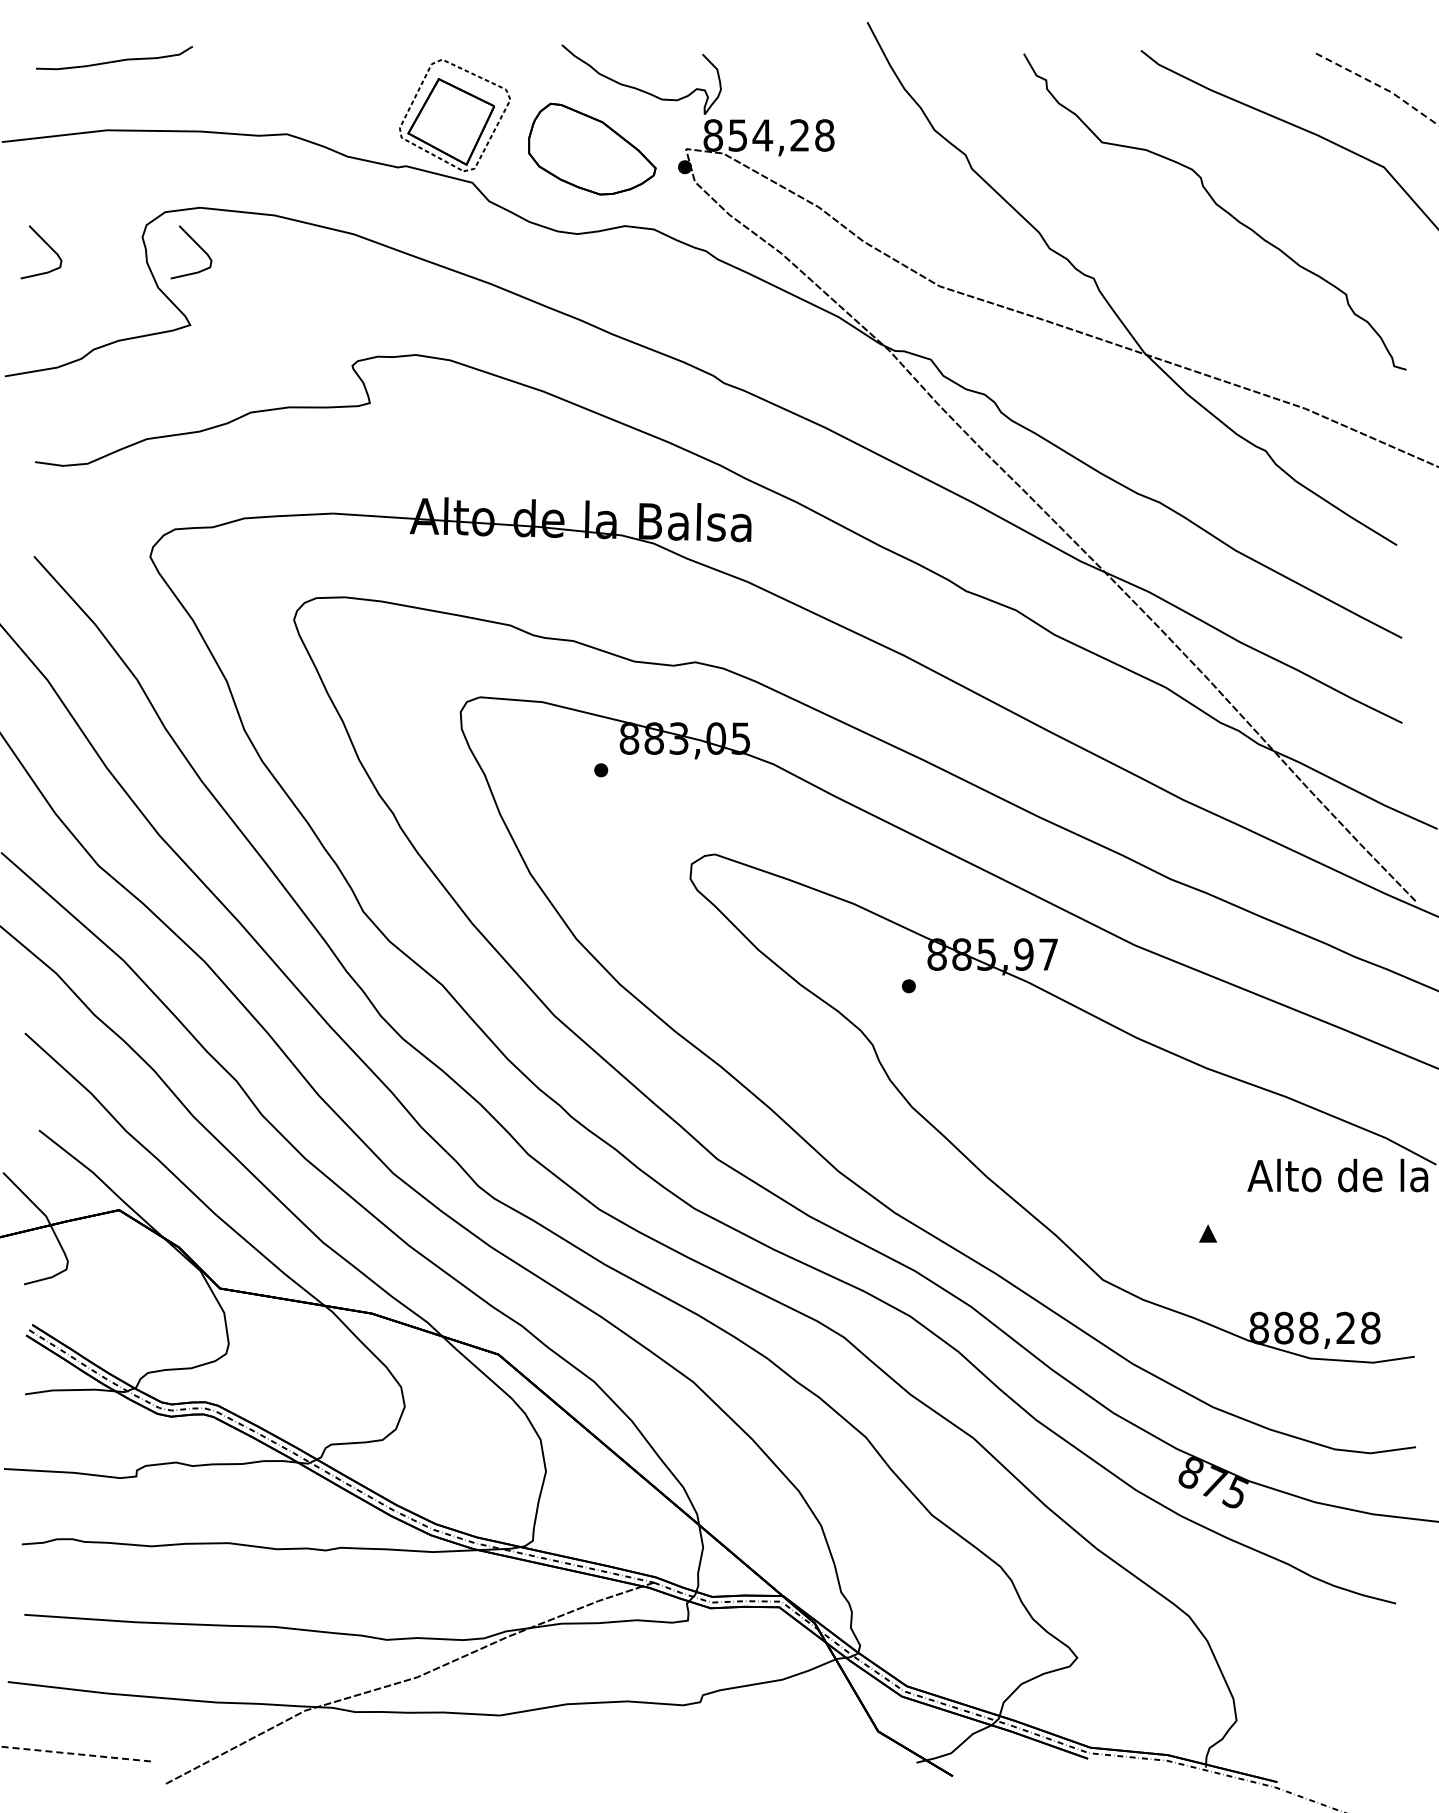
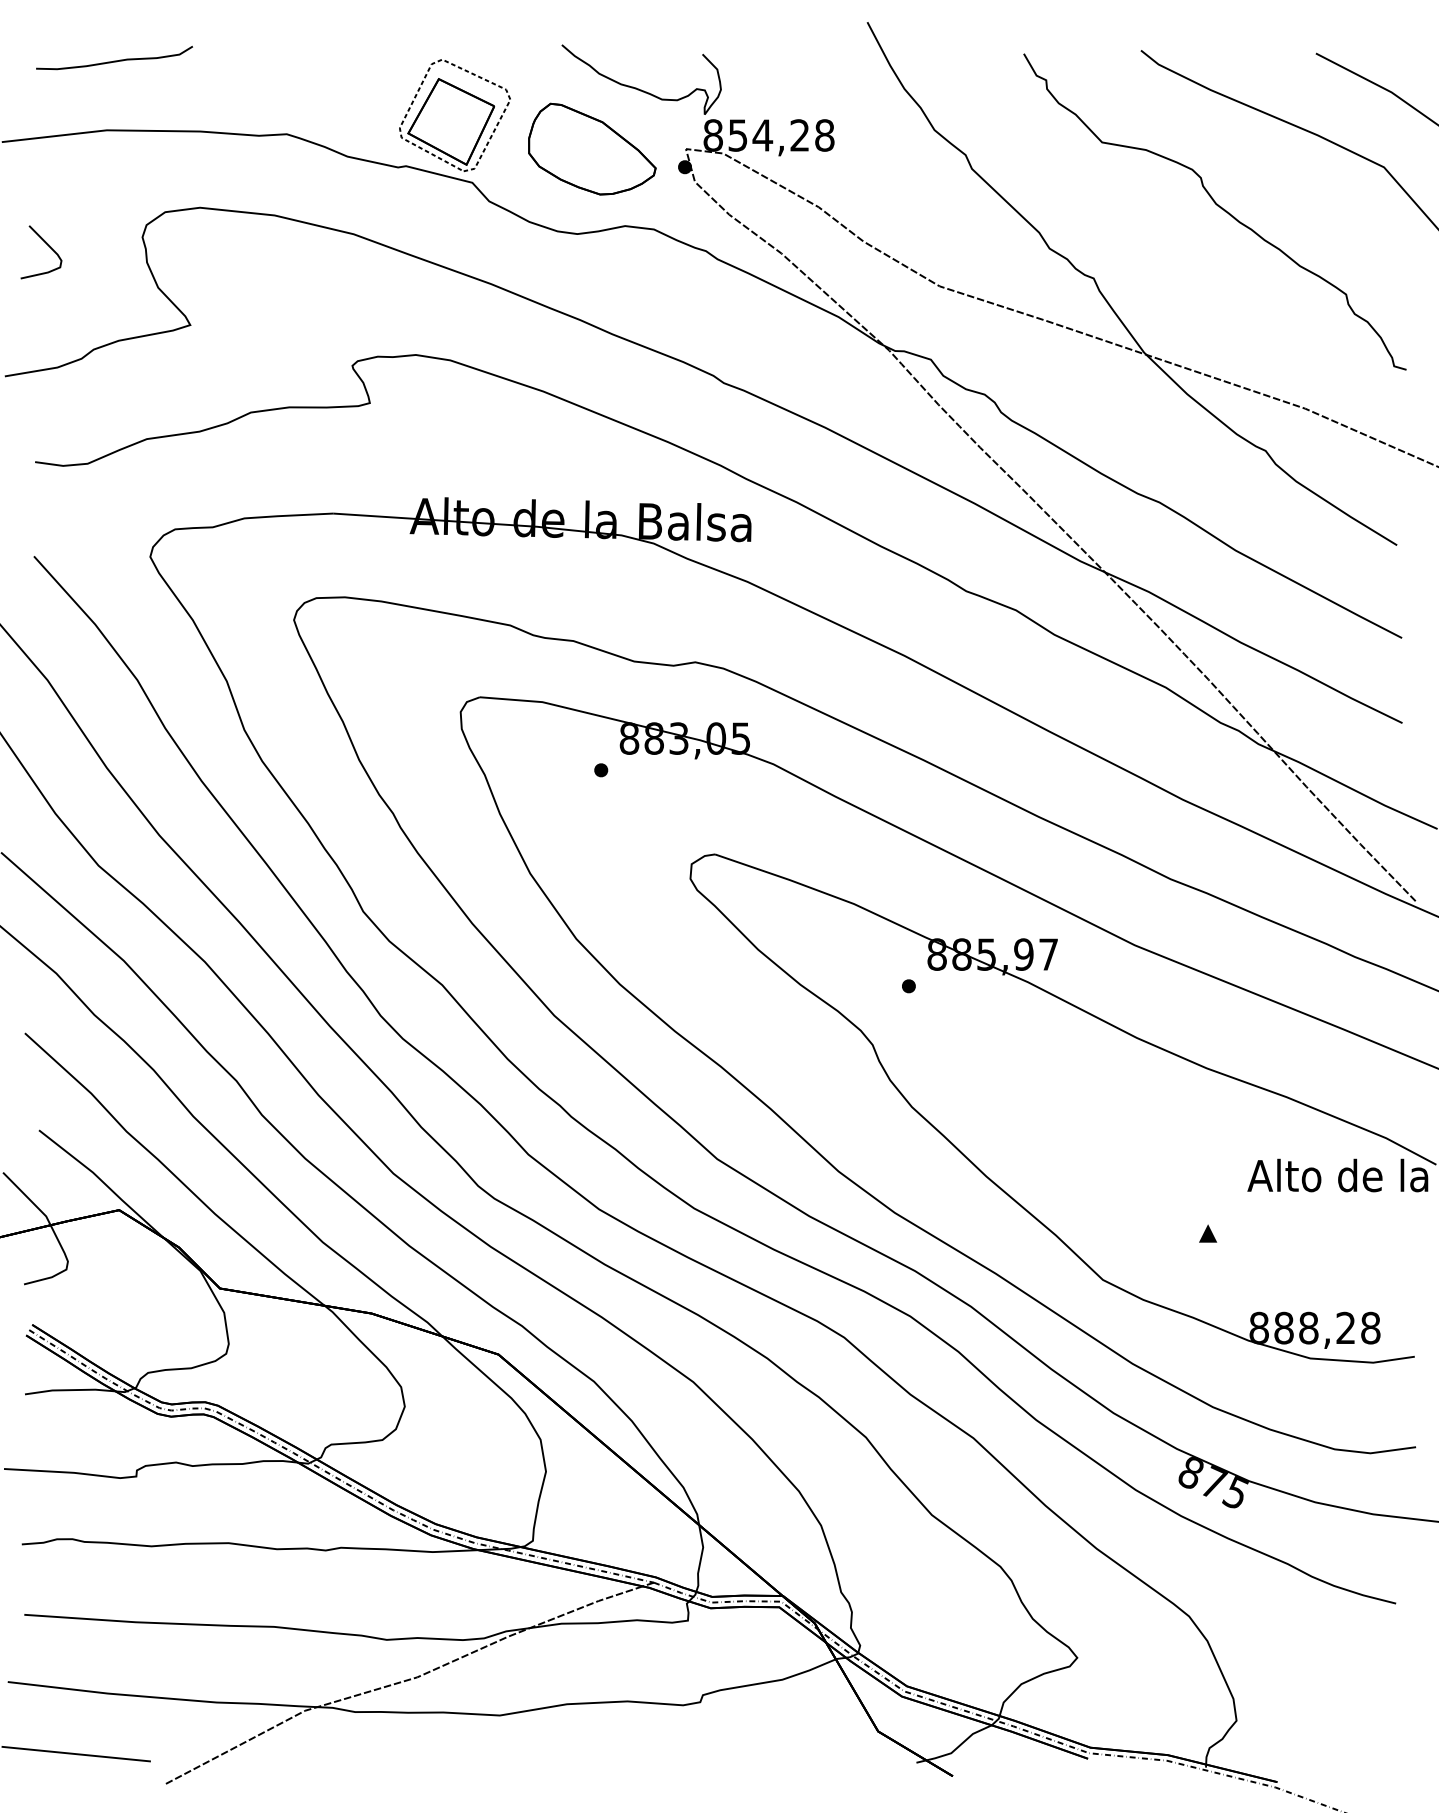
line at (1380, 86): dashed -> solid
curve at (197, 245): present -> none
line at (76, 1754): dashed -> solid
